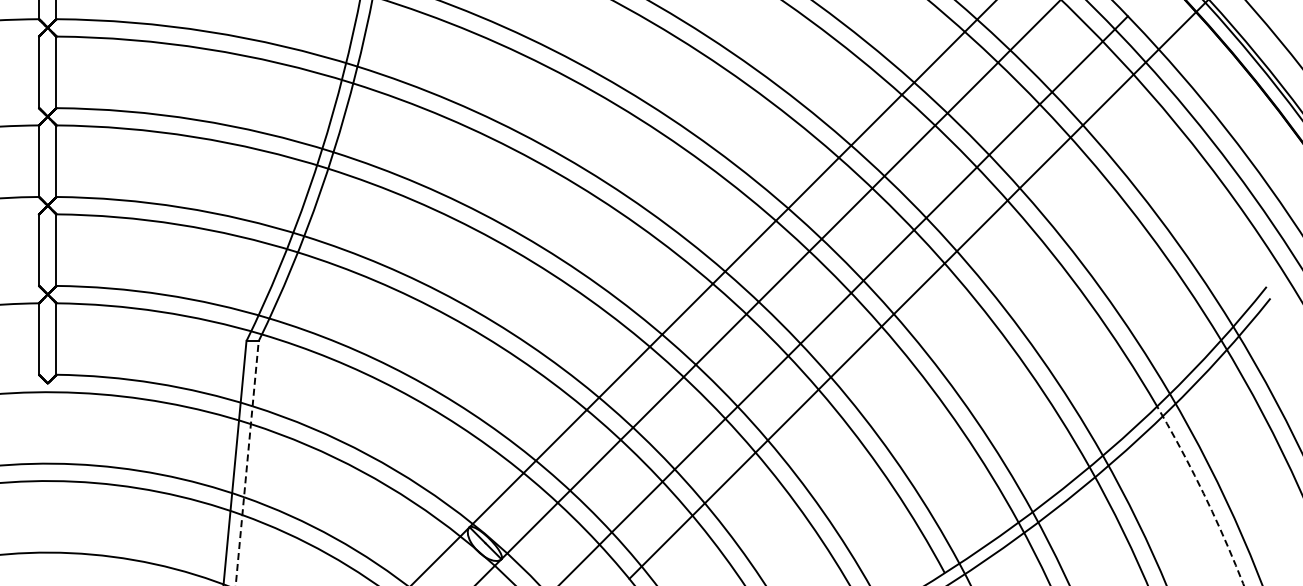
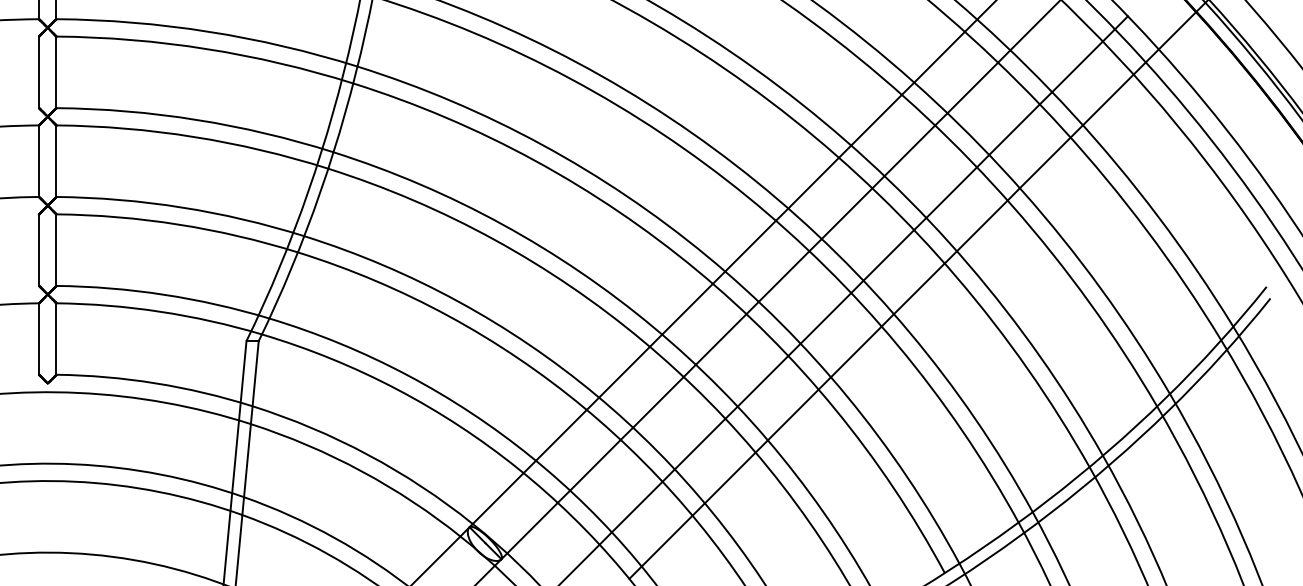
line at (247, 463): dashed -> solid
arc at (1204, 494): dashed -> solid
